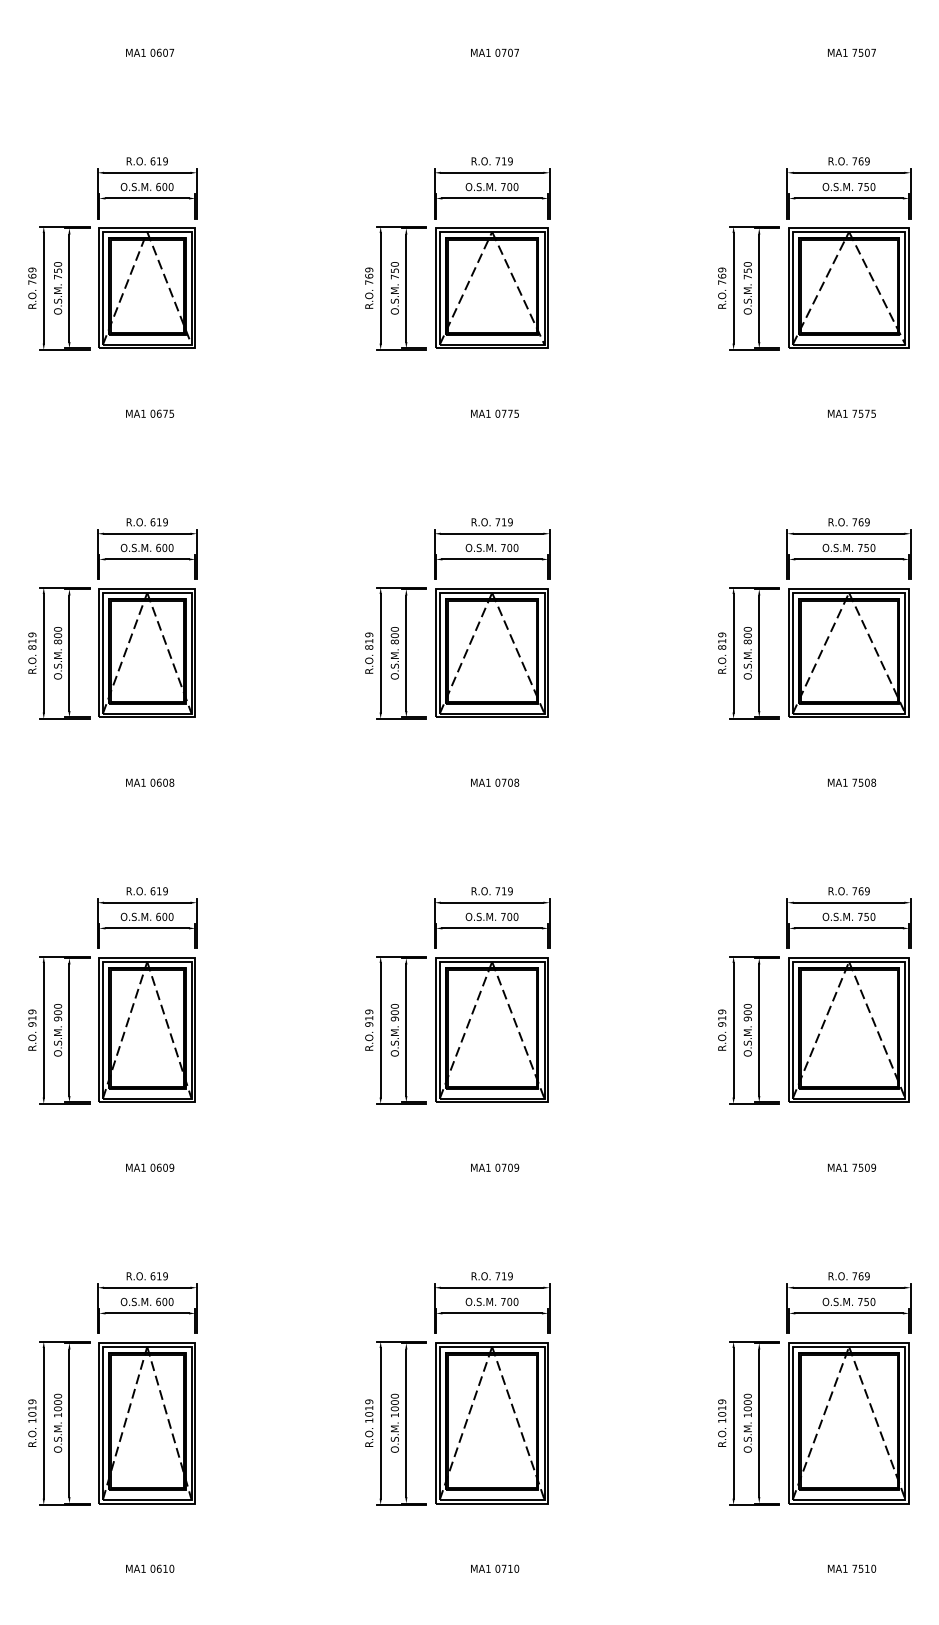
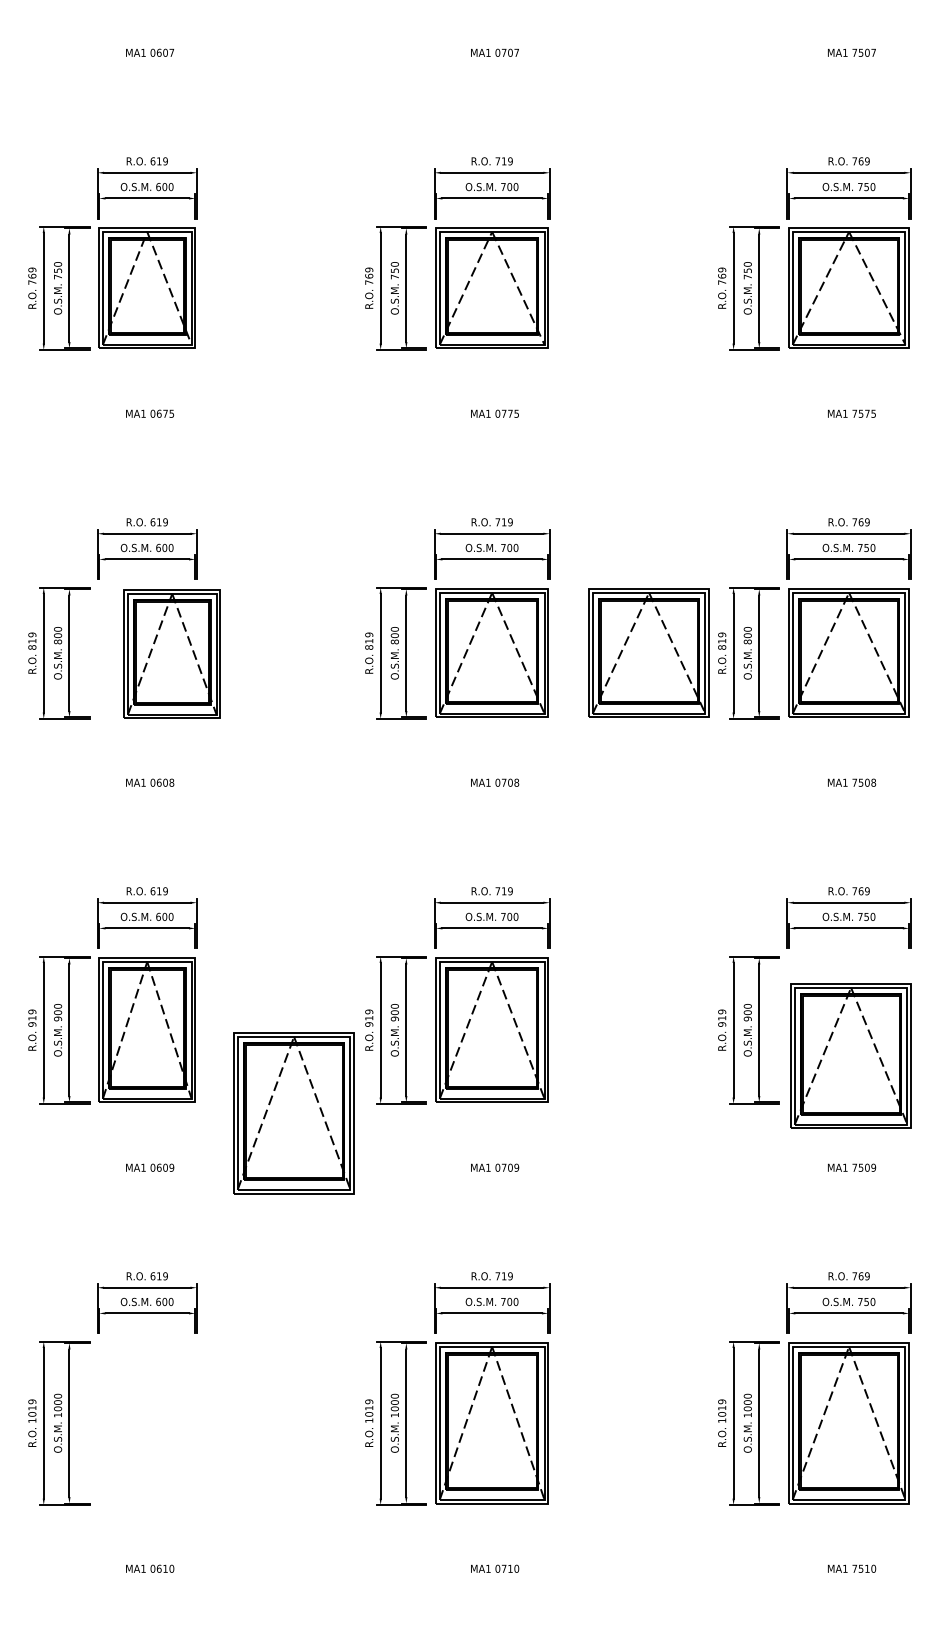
part at (146, 652) position: (146, 652) -> (171, 653)
part at (648, 652): none -> present
part at (848, 1029) position: (848, 1029) -> (850, 1055)
part at (293, 1113): none -> present
part at (146, 1423): present -> none
